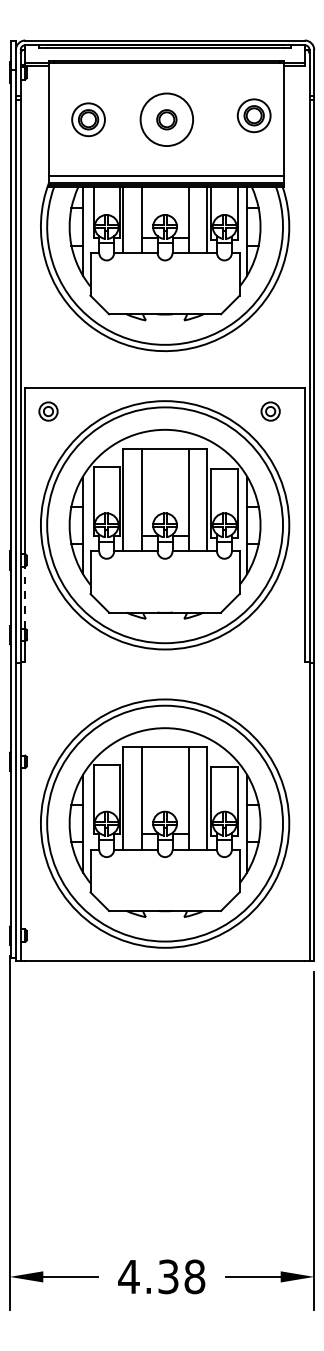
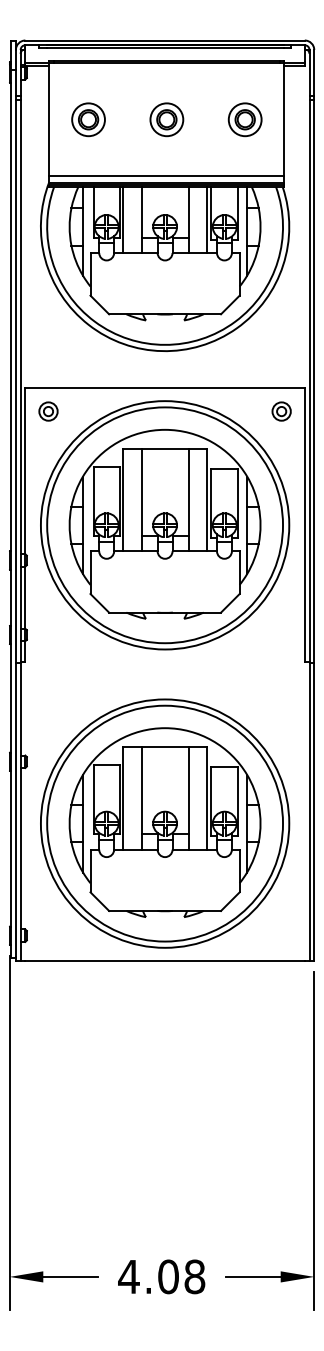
part at (253, 115) position: (253, 115) -> (244, 119)
circle at (166, 119) diameter: 53 px -> 33 px
part at (270, 411) position: (270, 411) -> (281, 411)
line at (25, 597): dashed -> solid
text at (168, 1276): 4.38 -> 4.08
